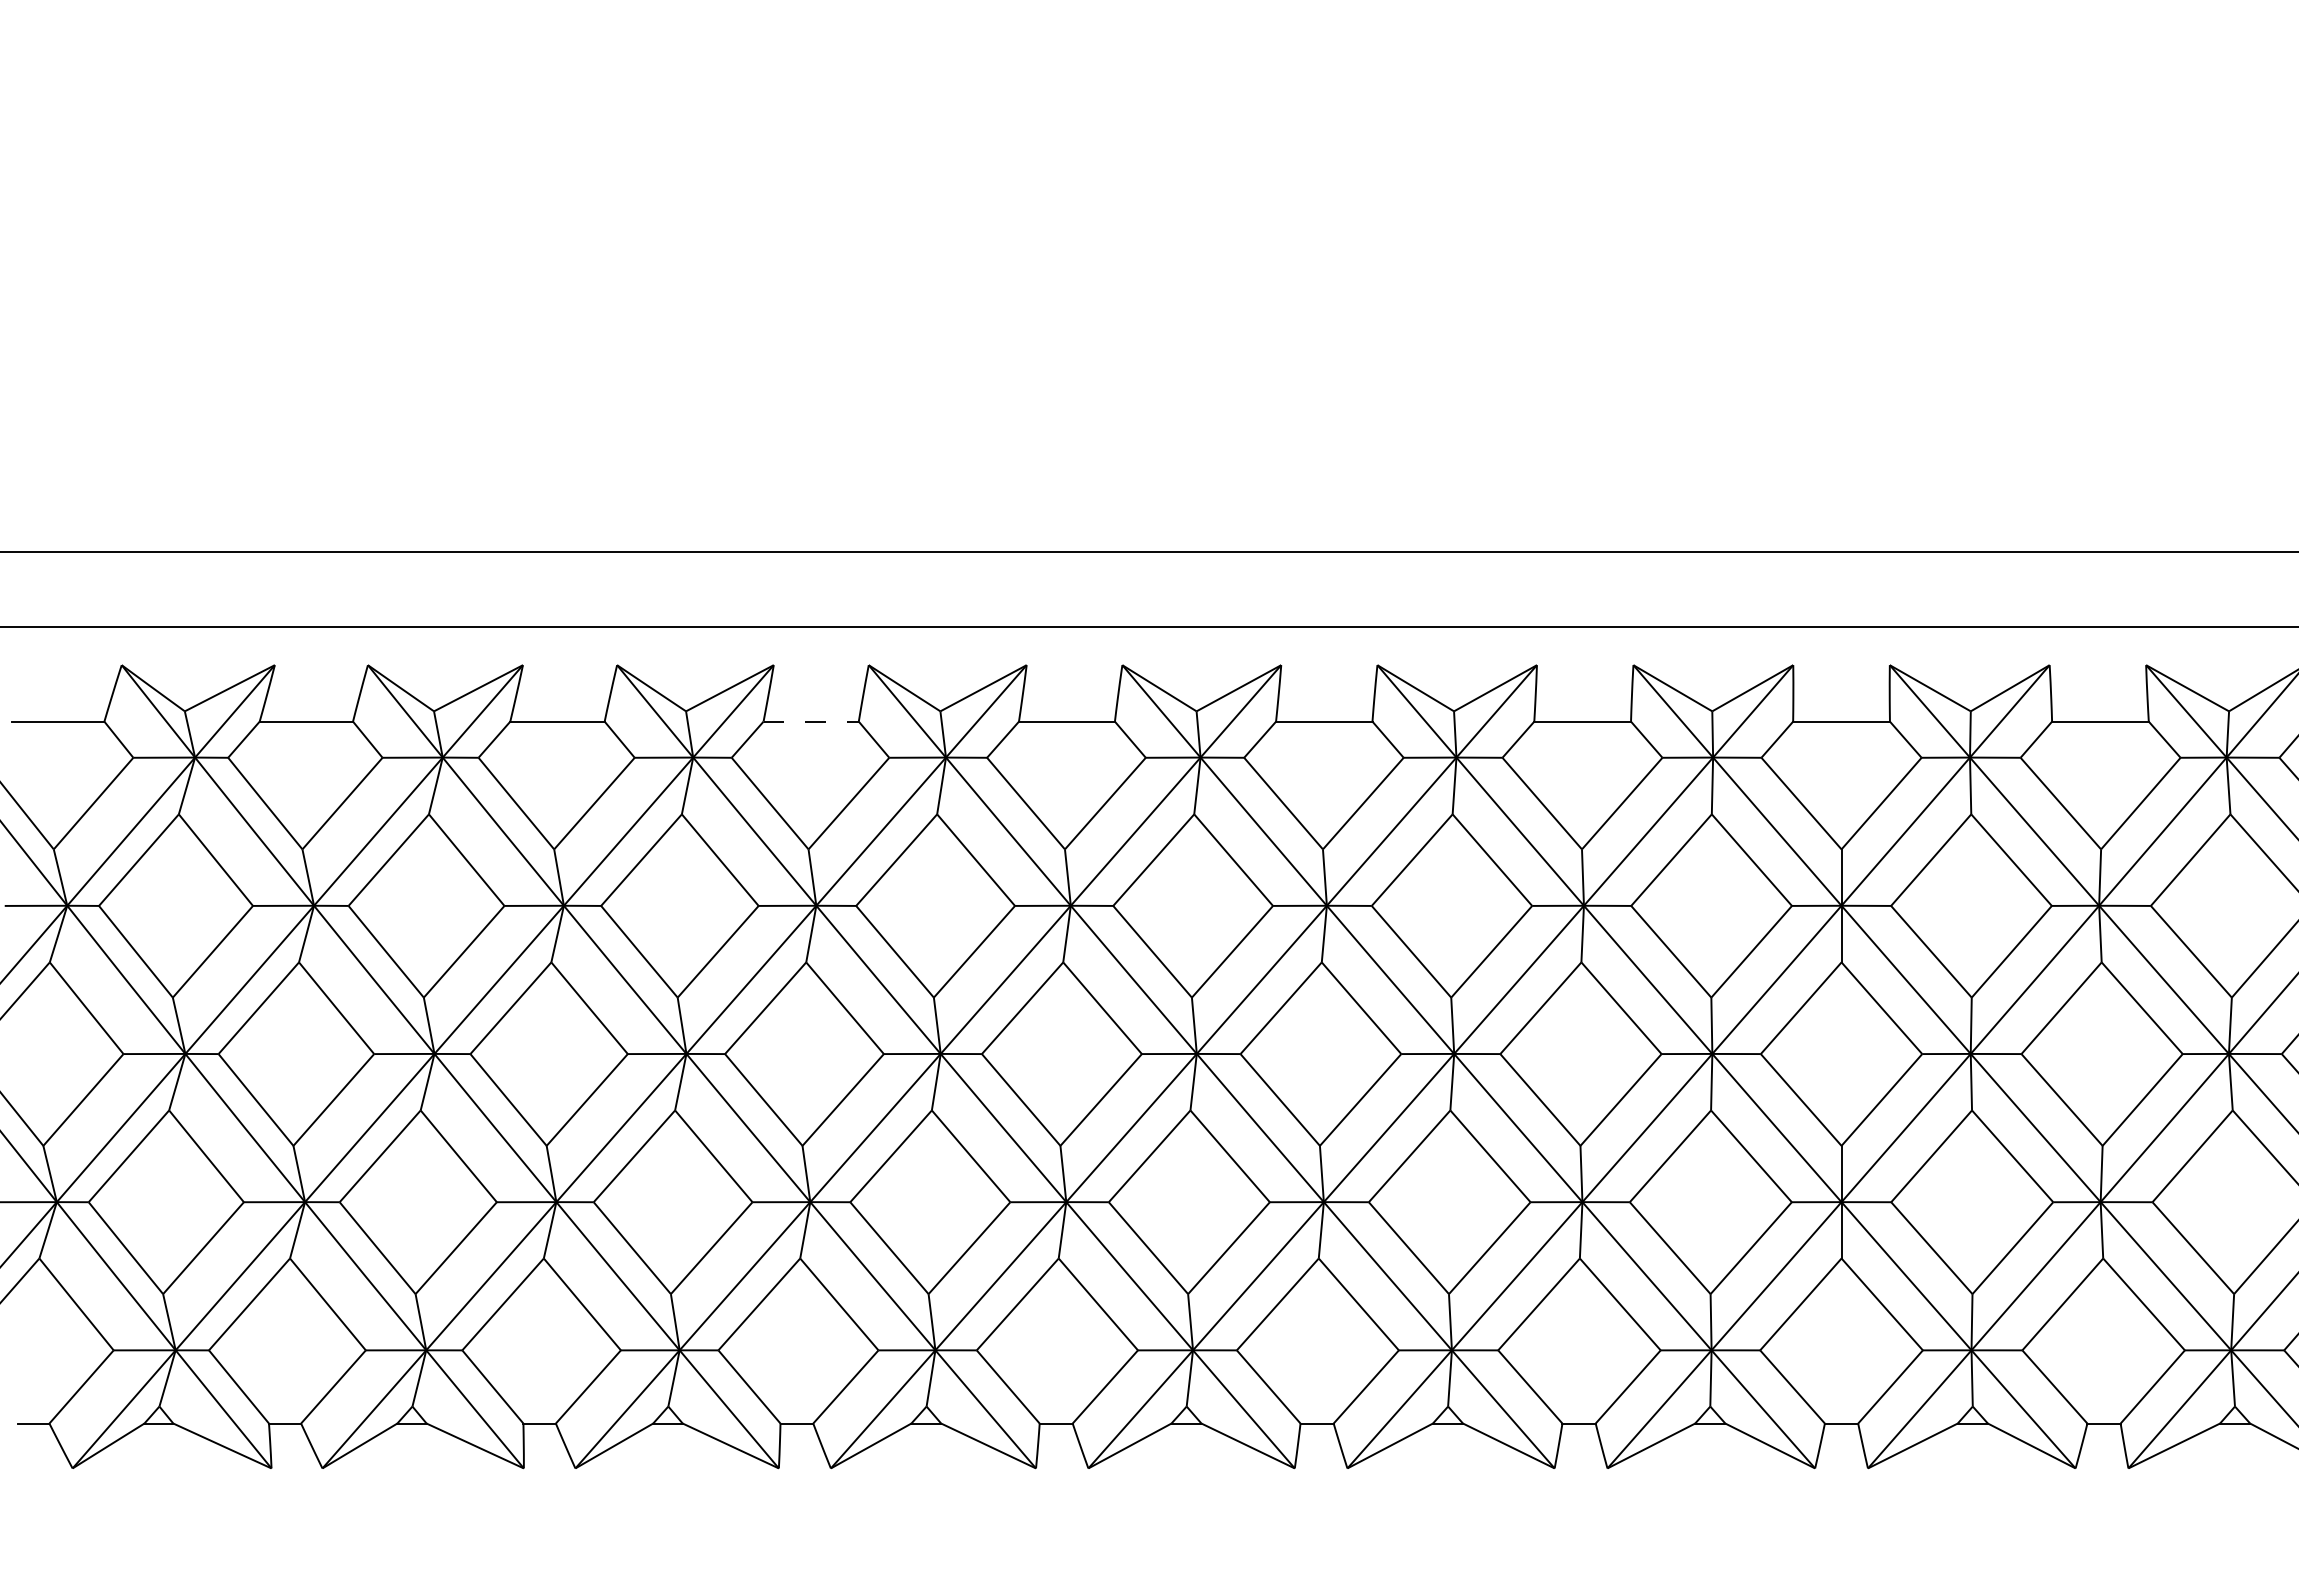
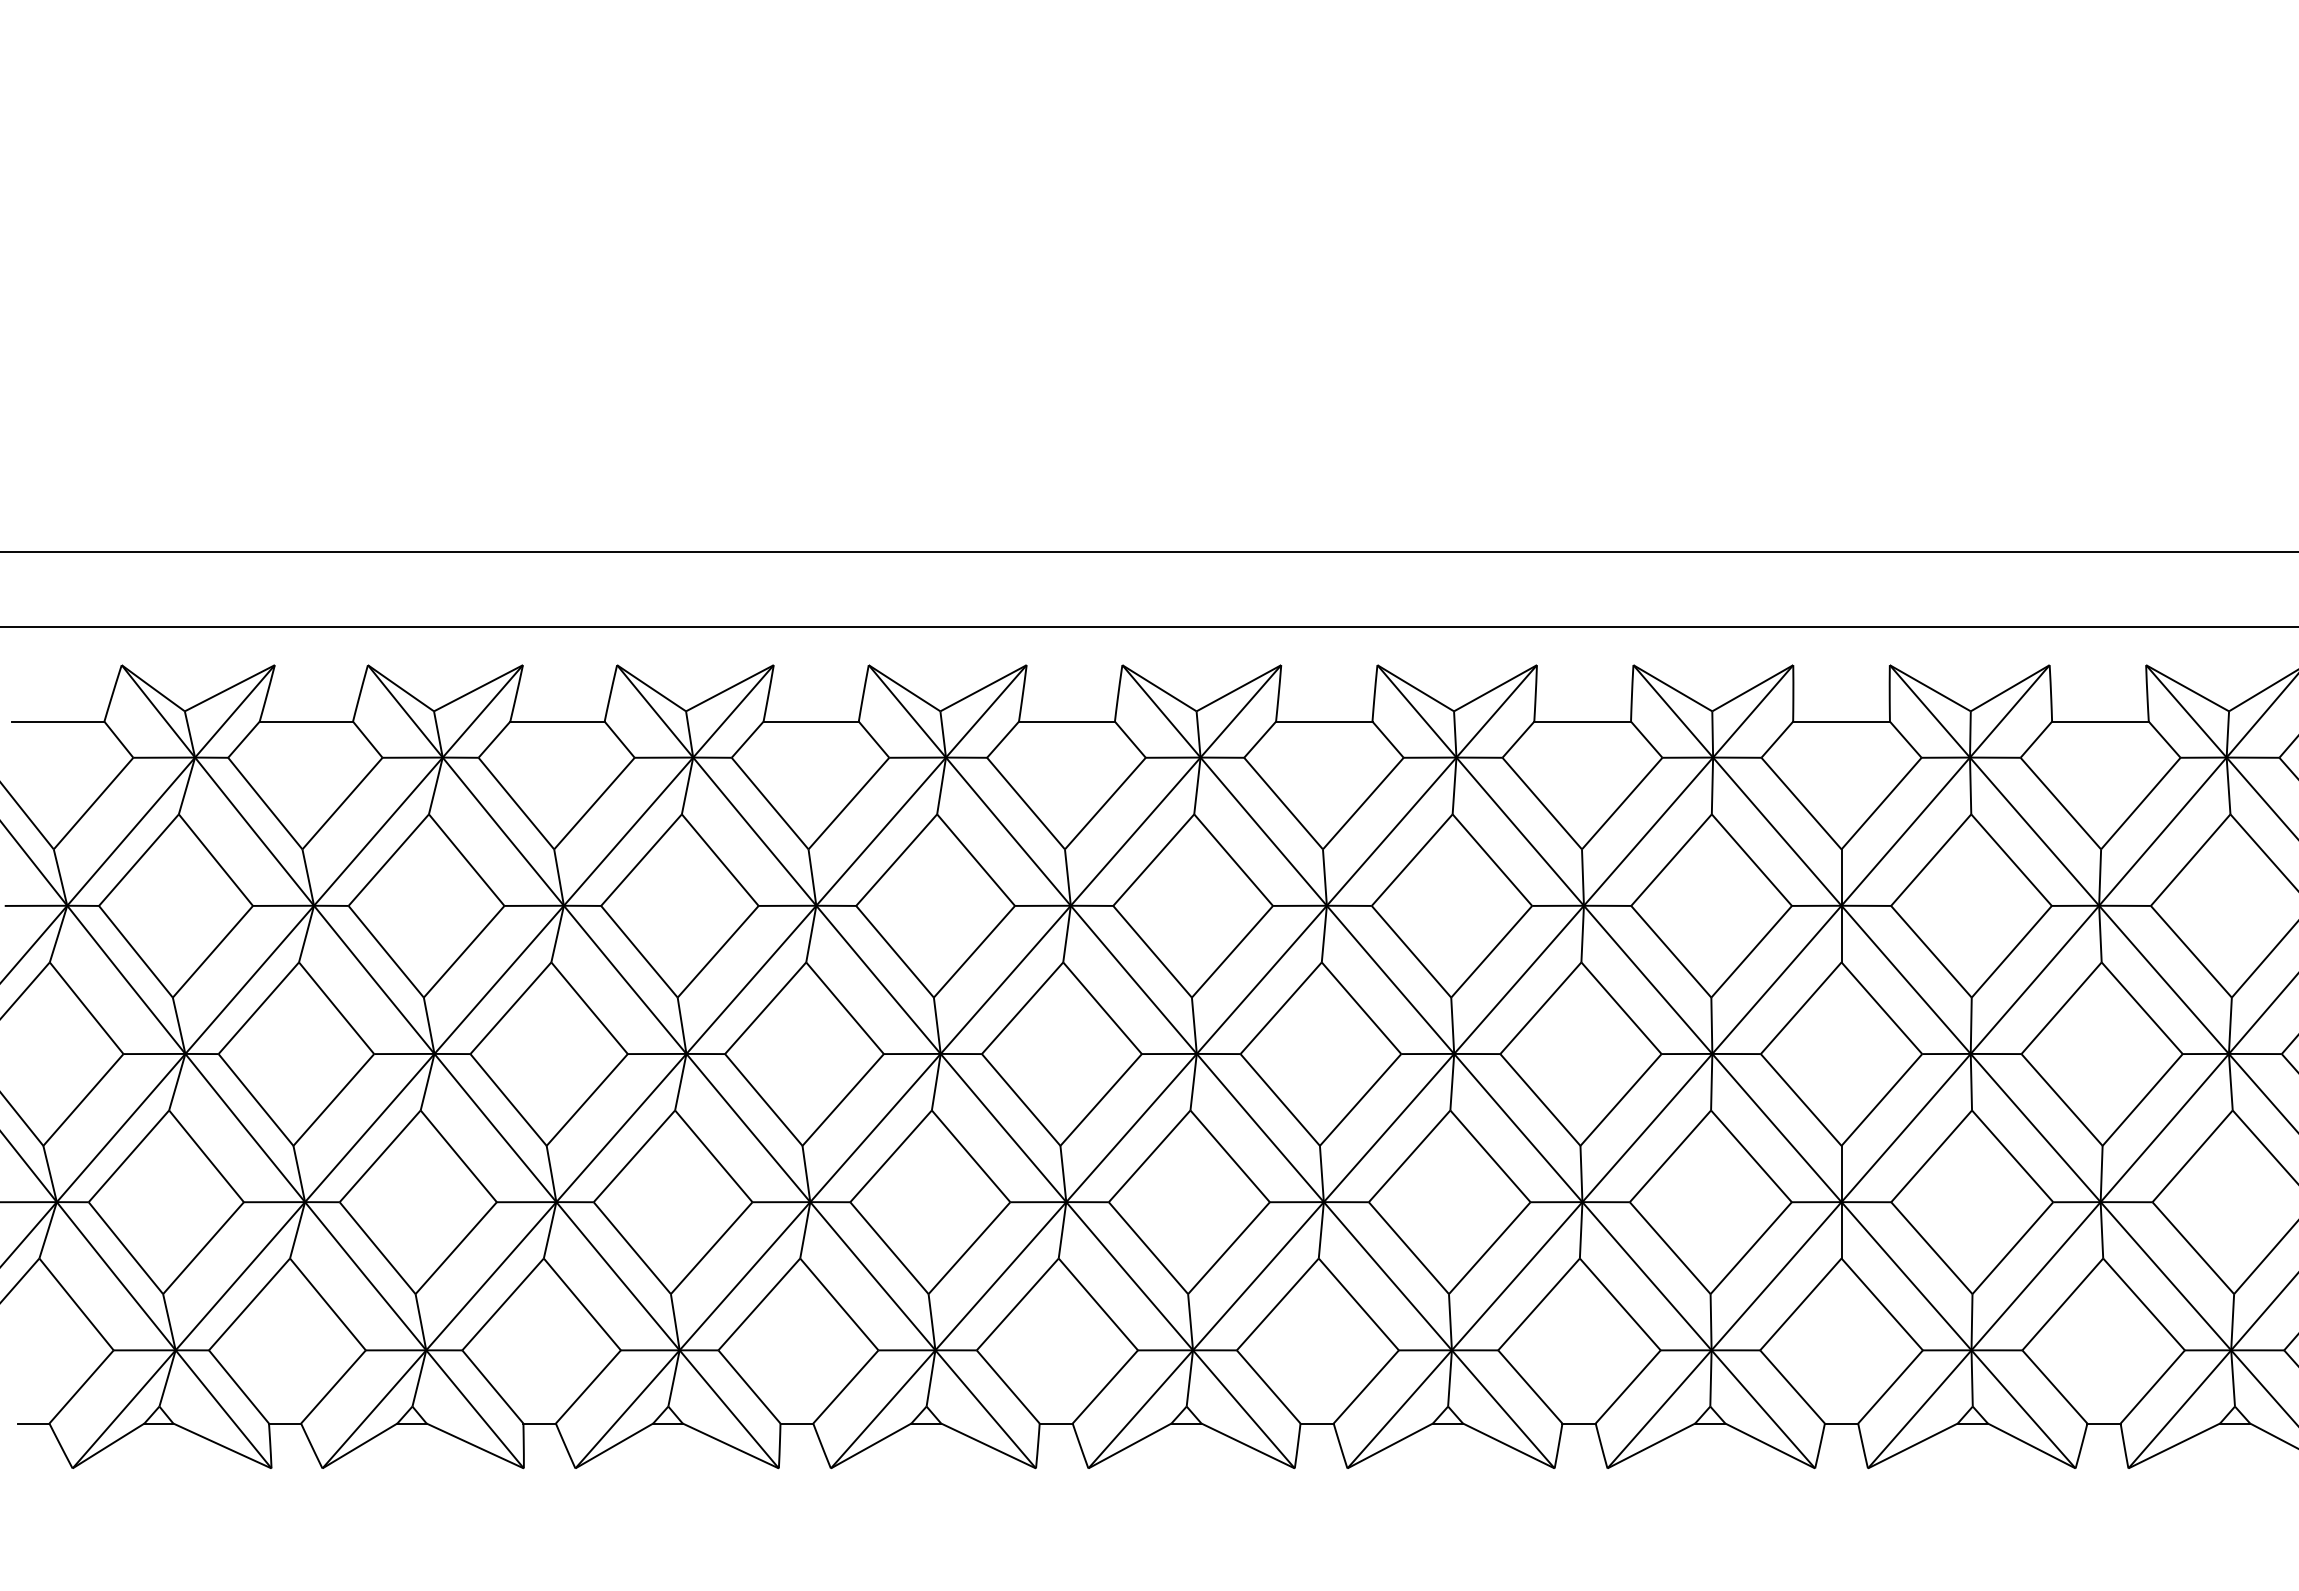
line at (811, 721): dashed -> solid
